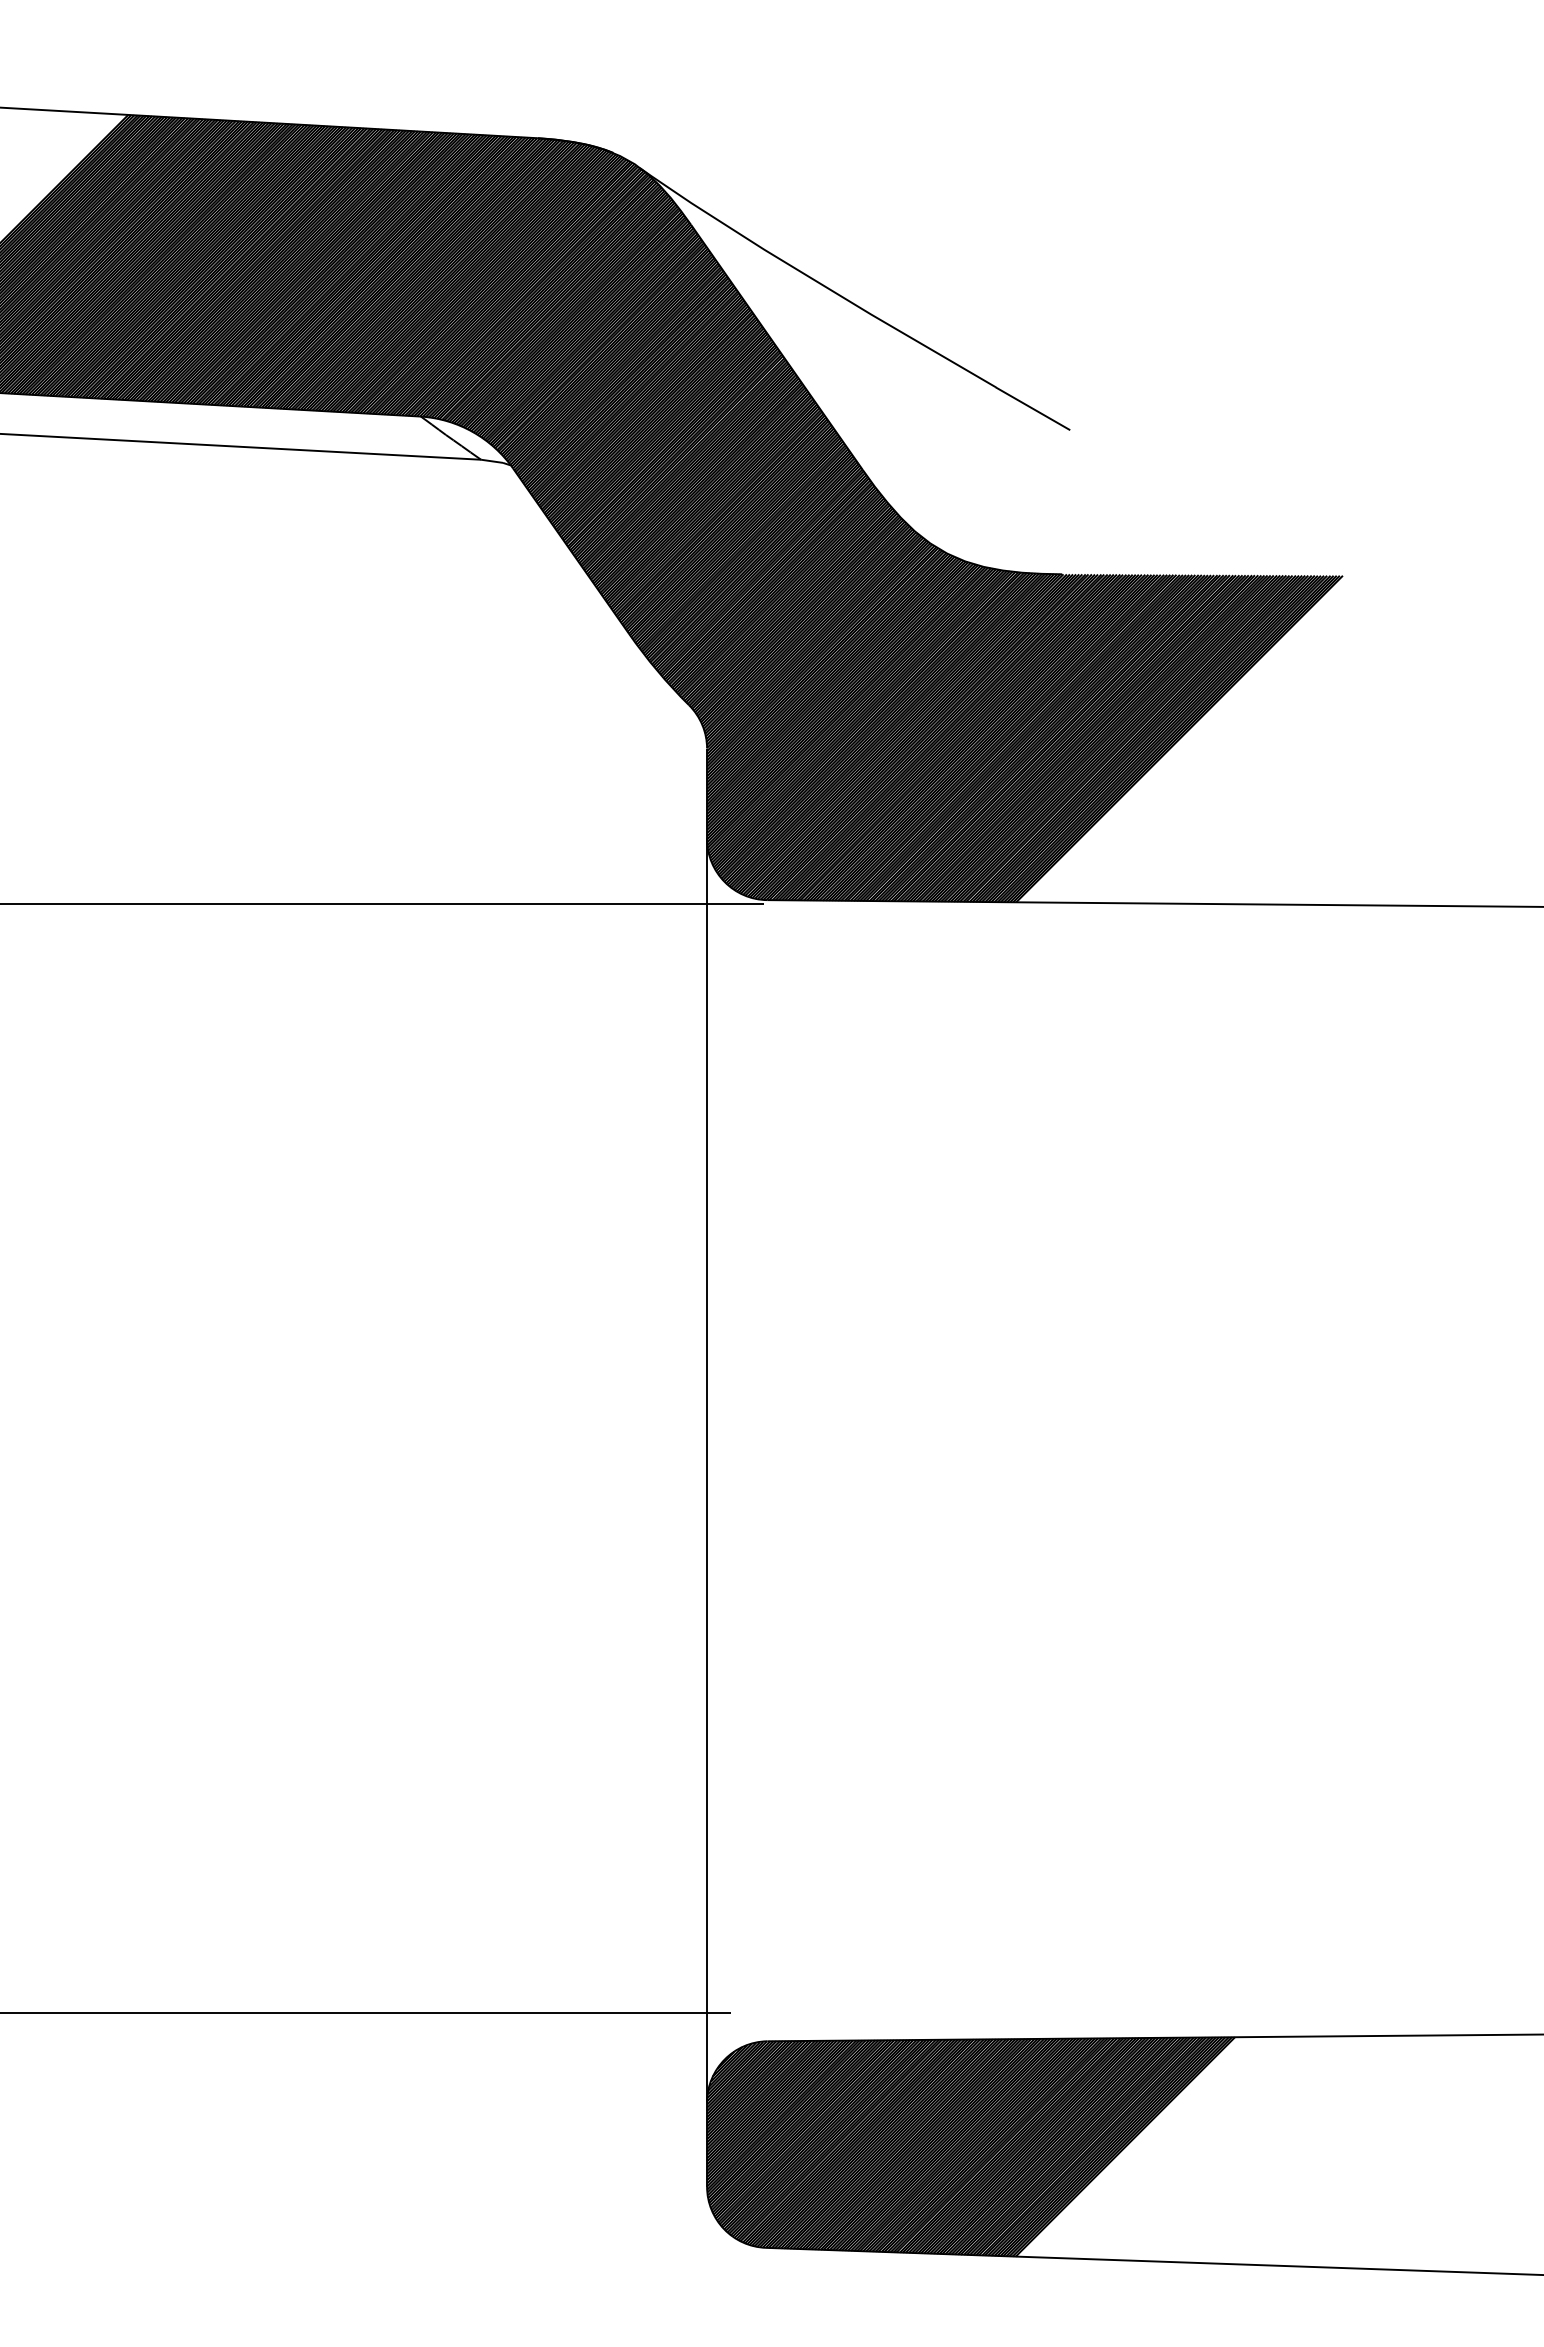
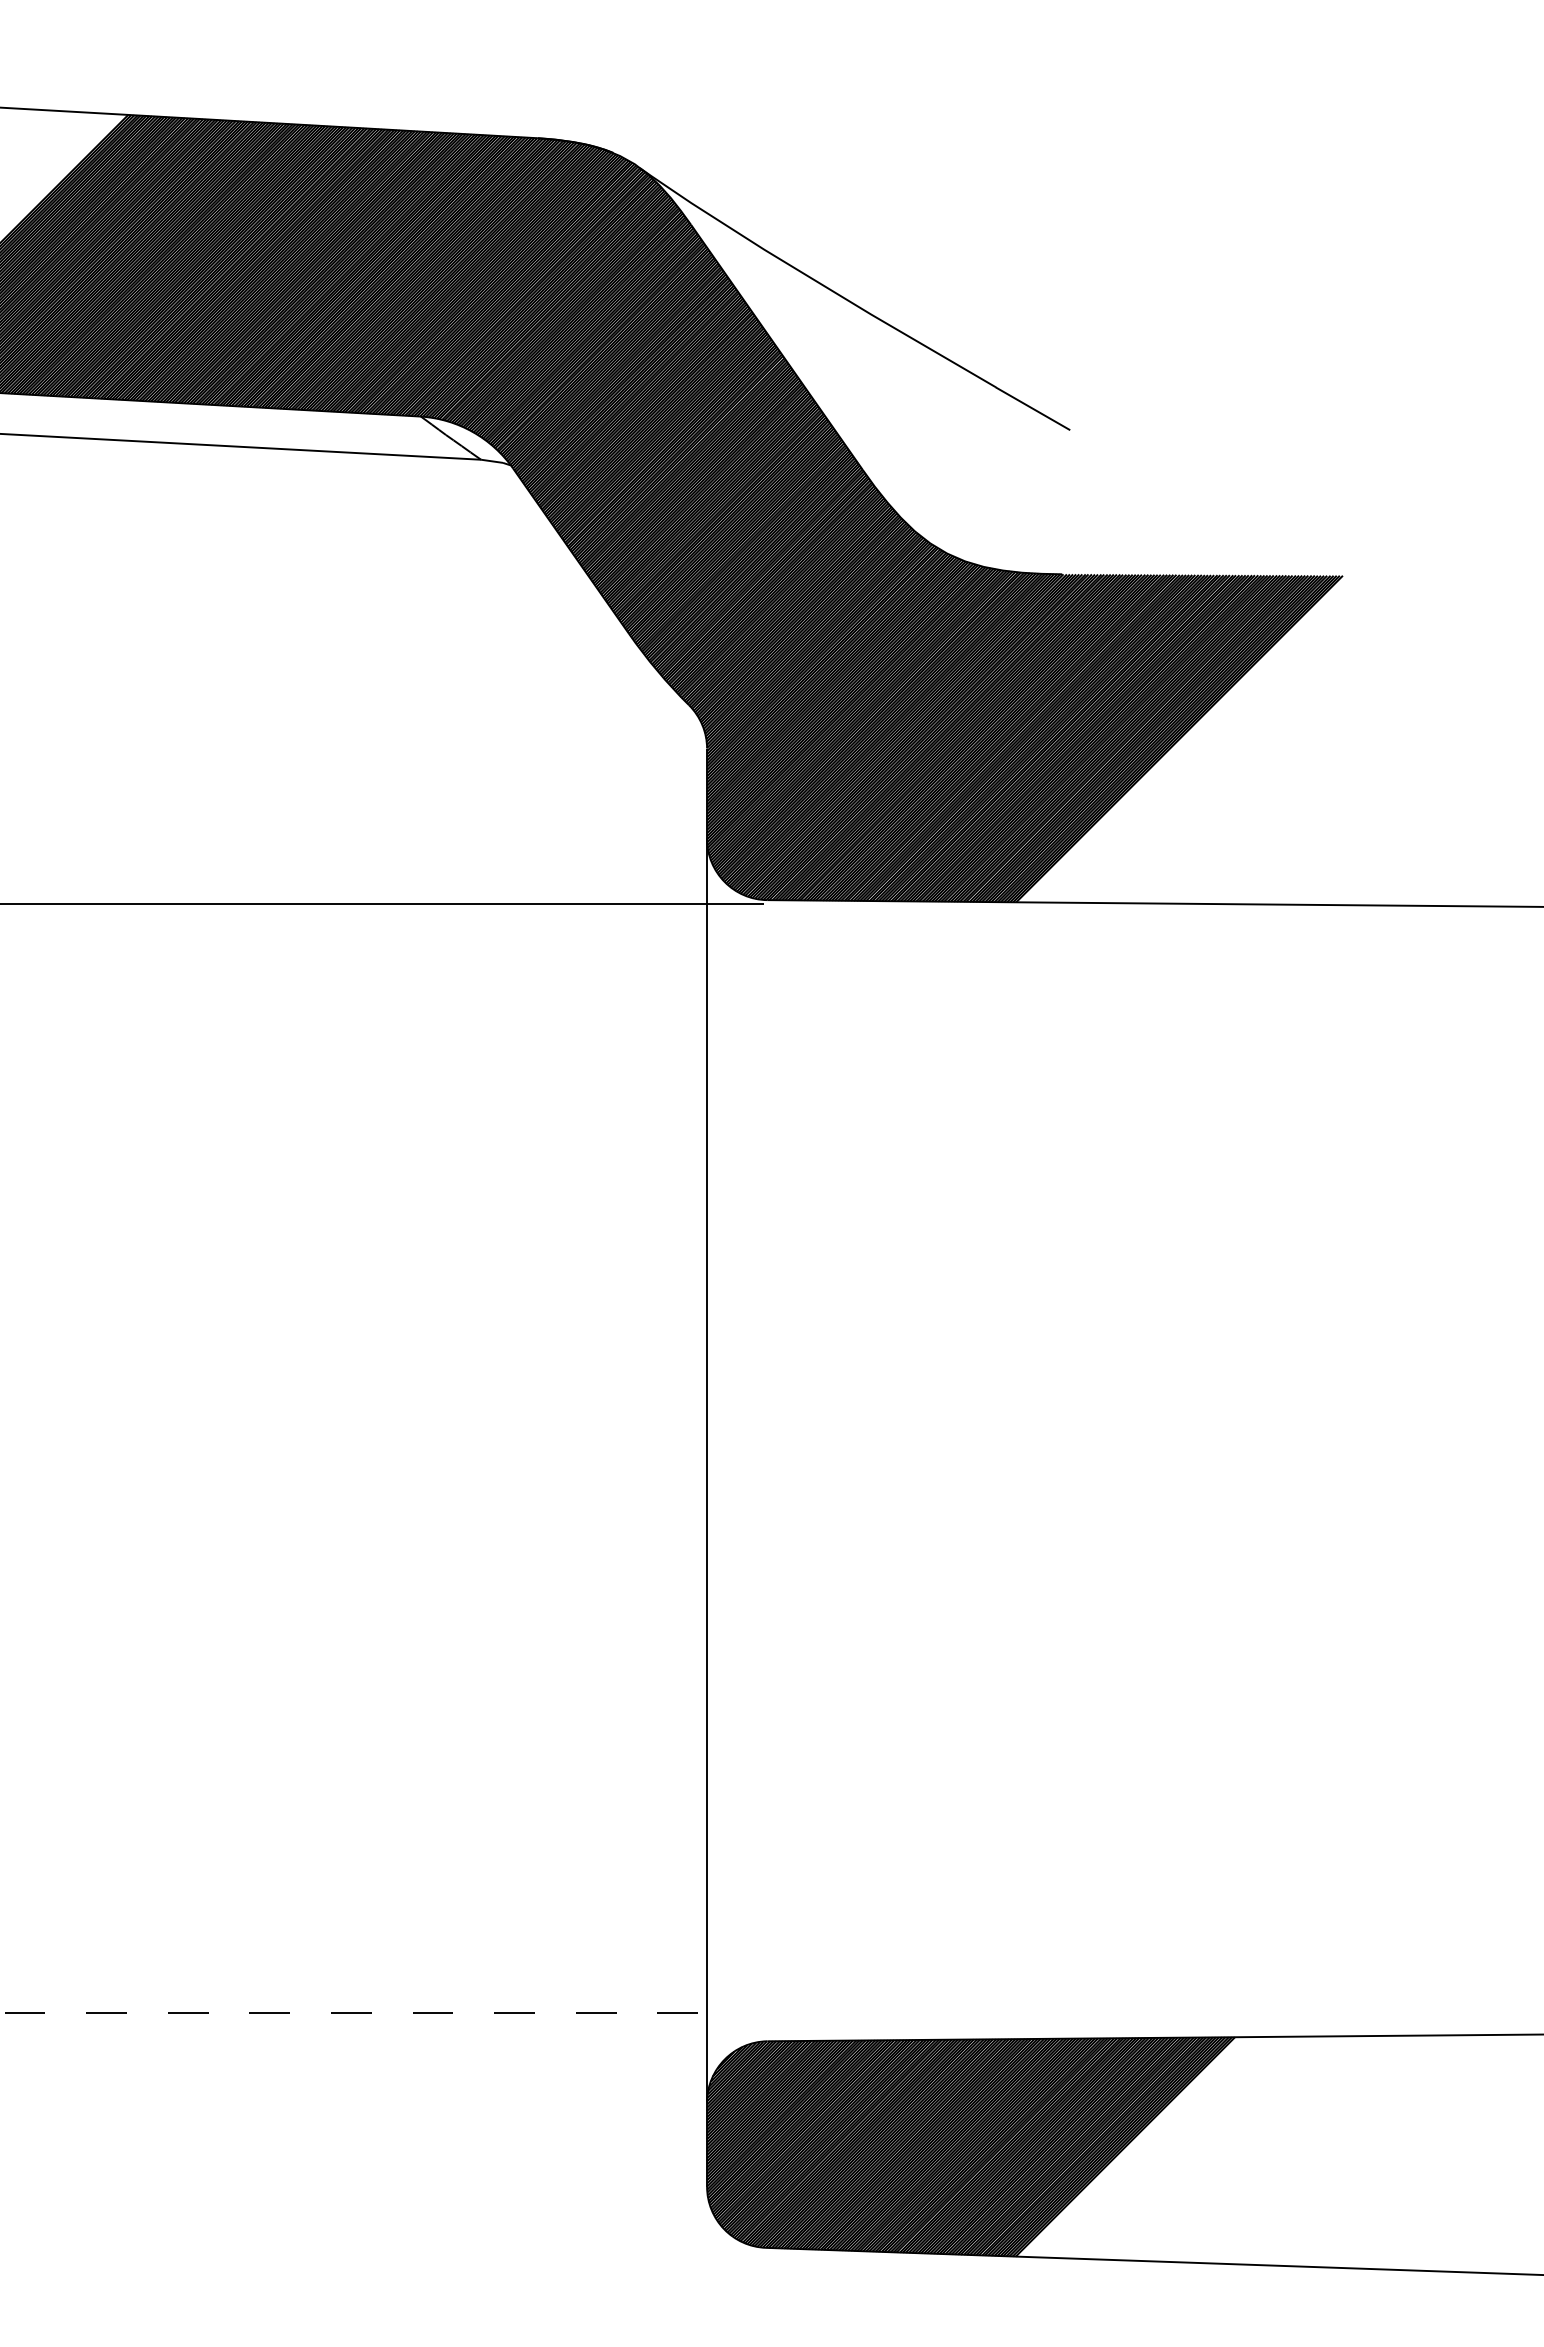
line at (366, 2013): solid -> dashed
